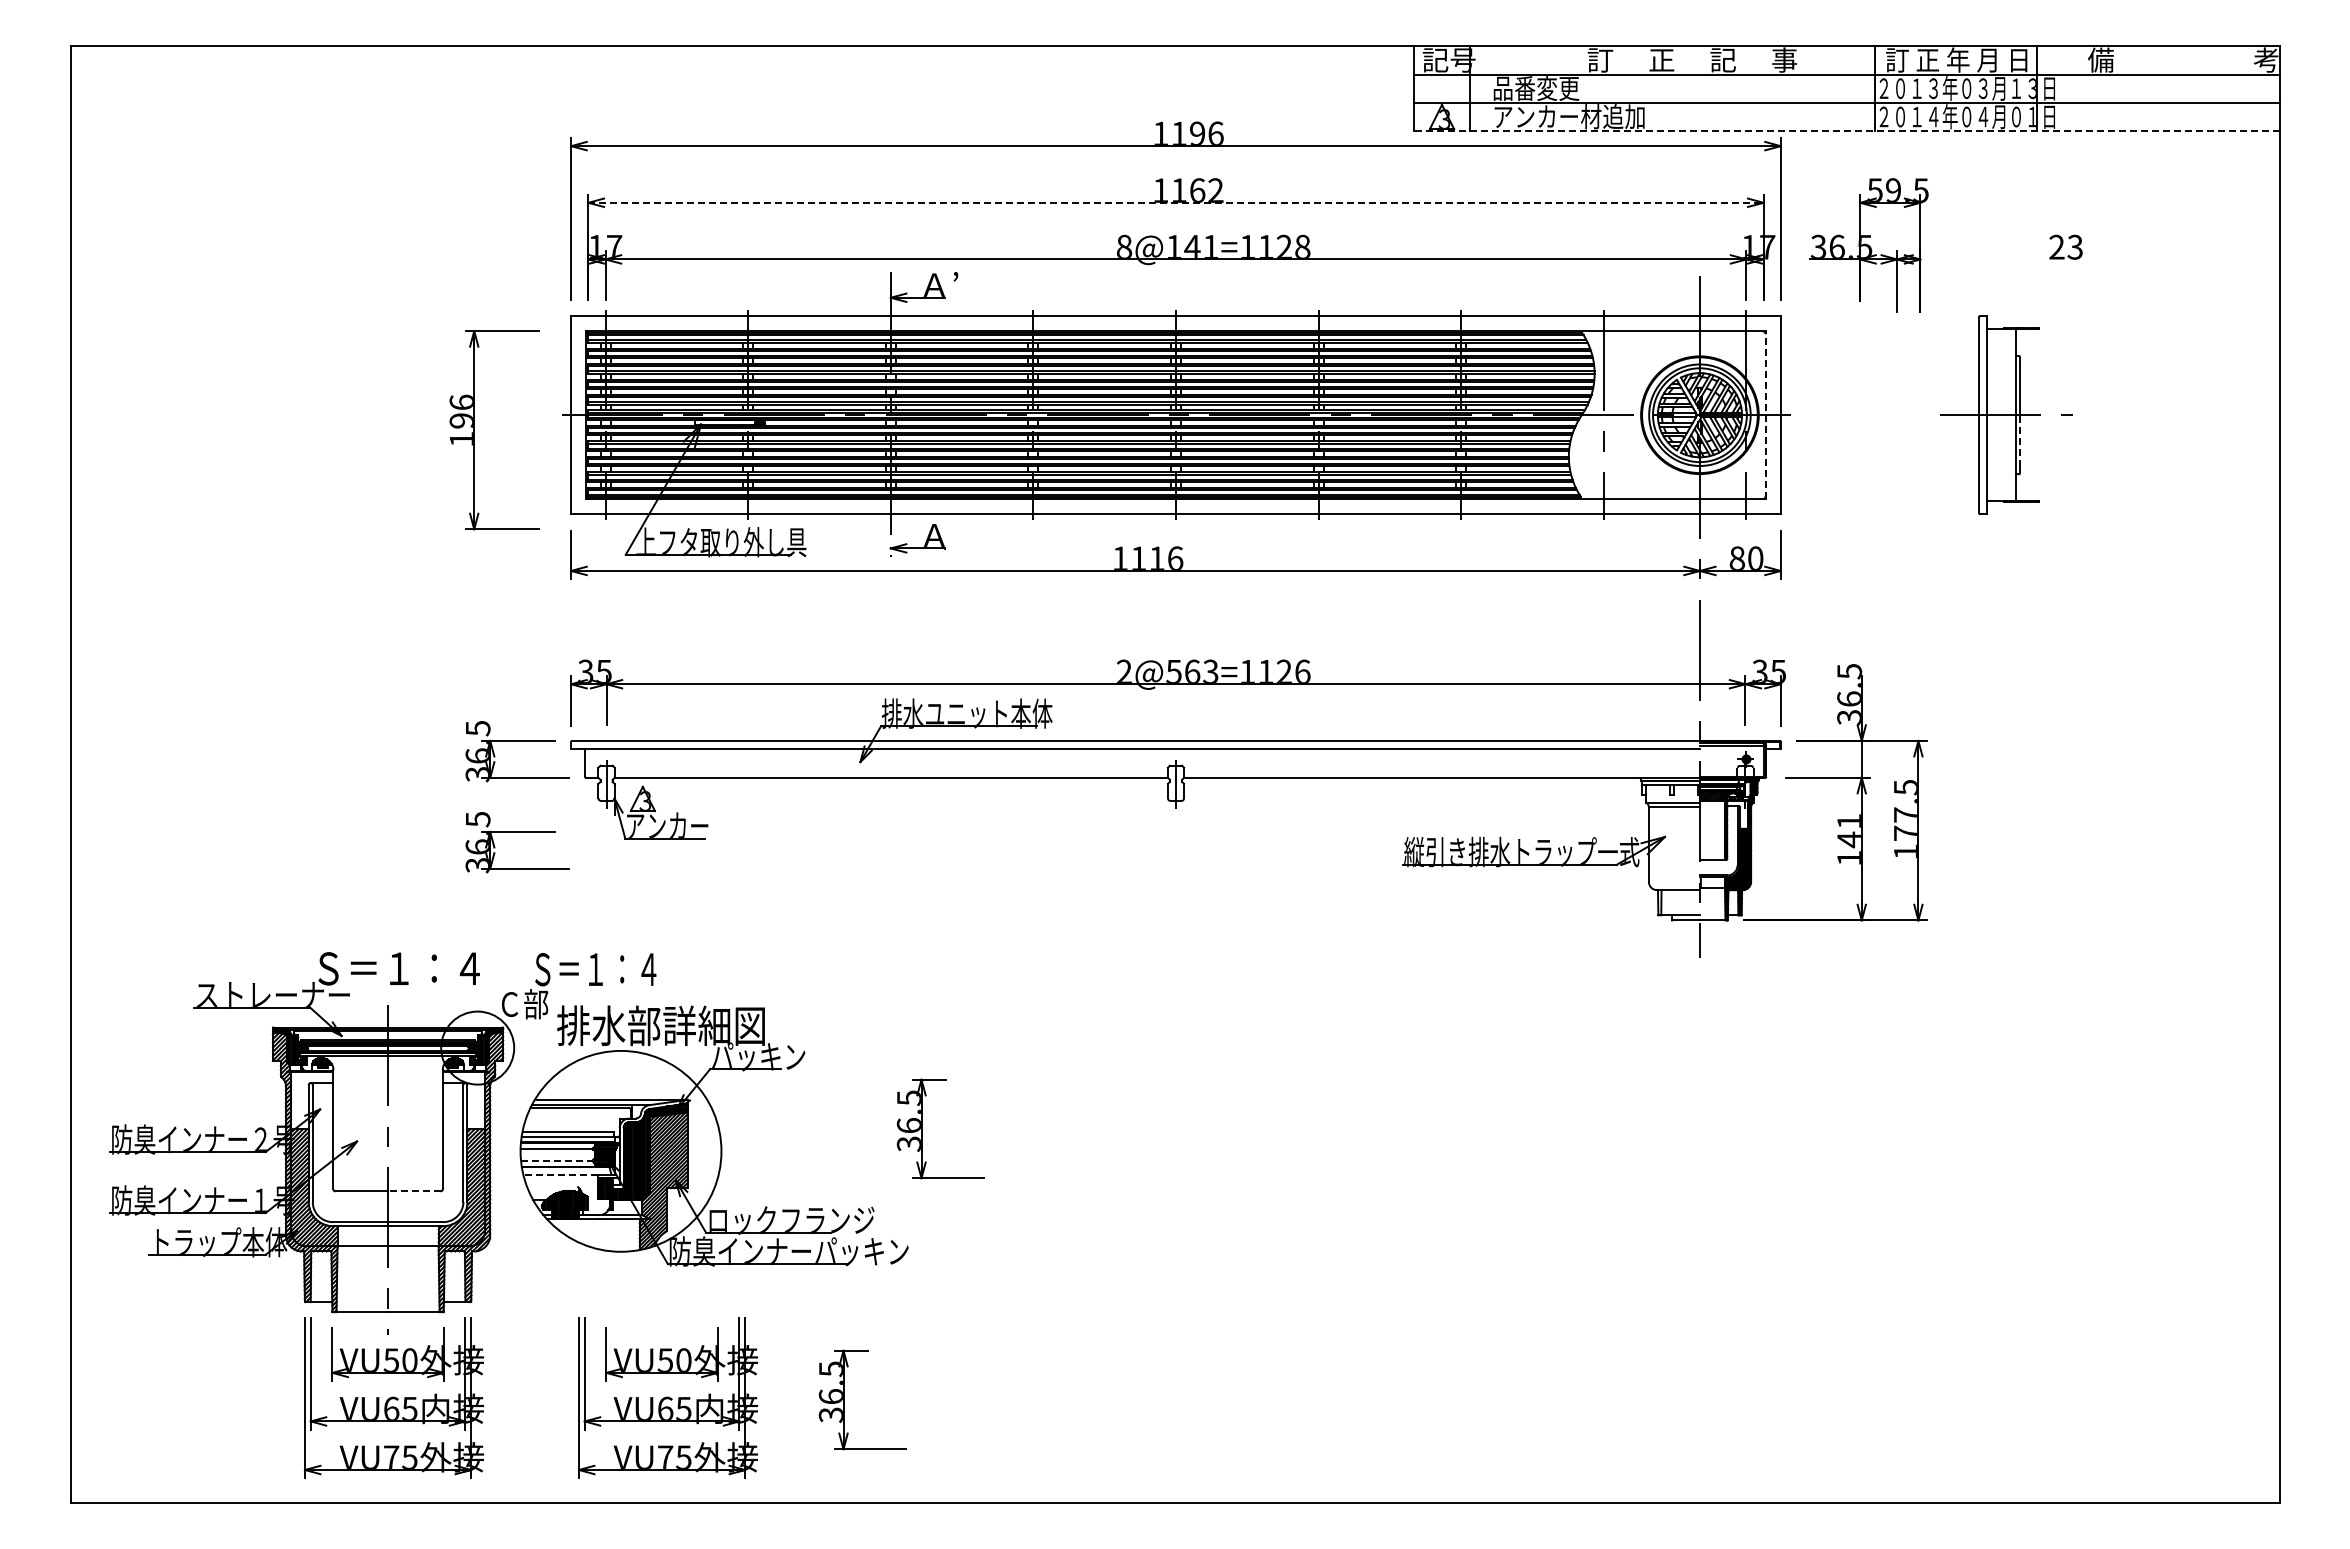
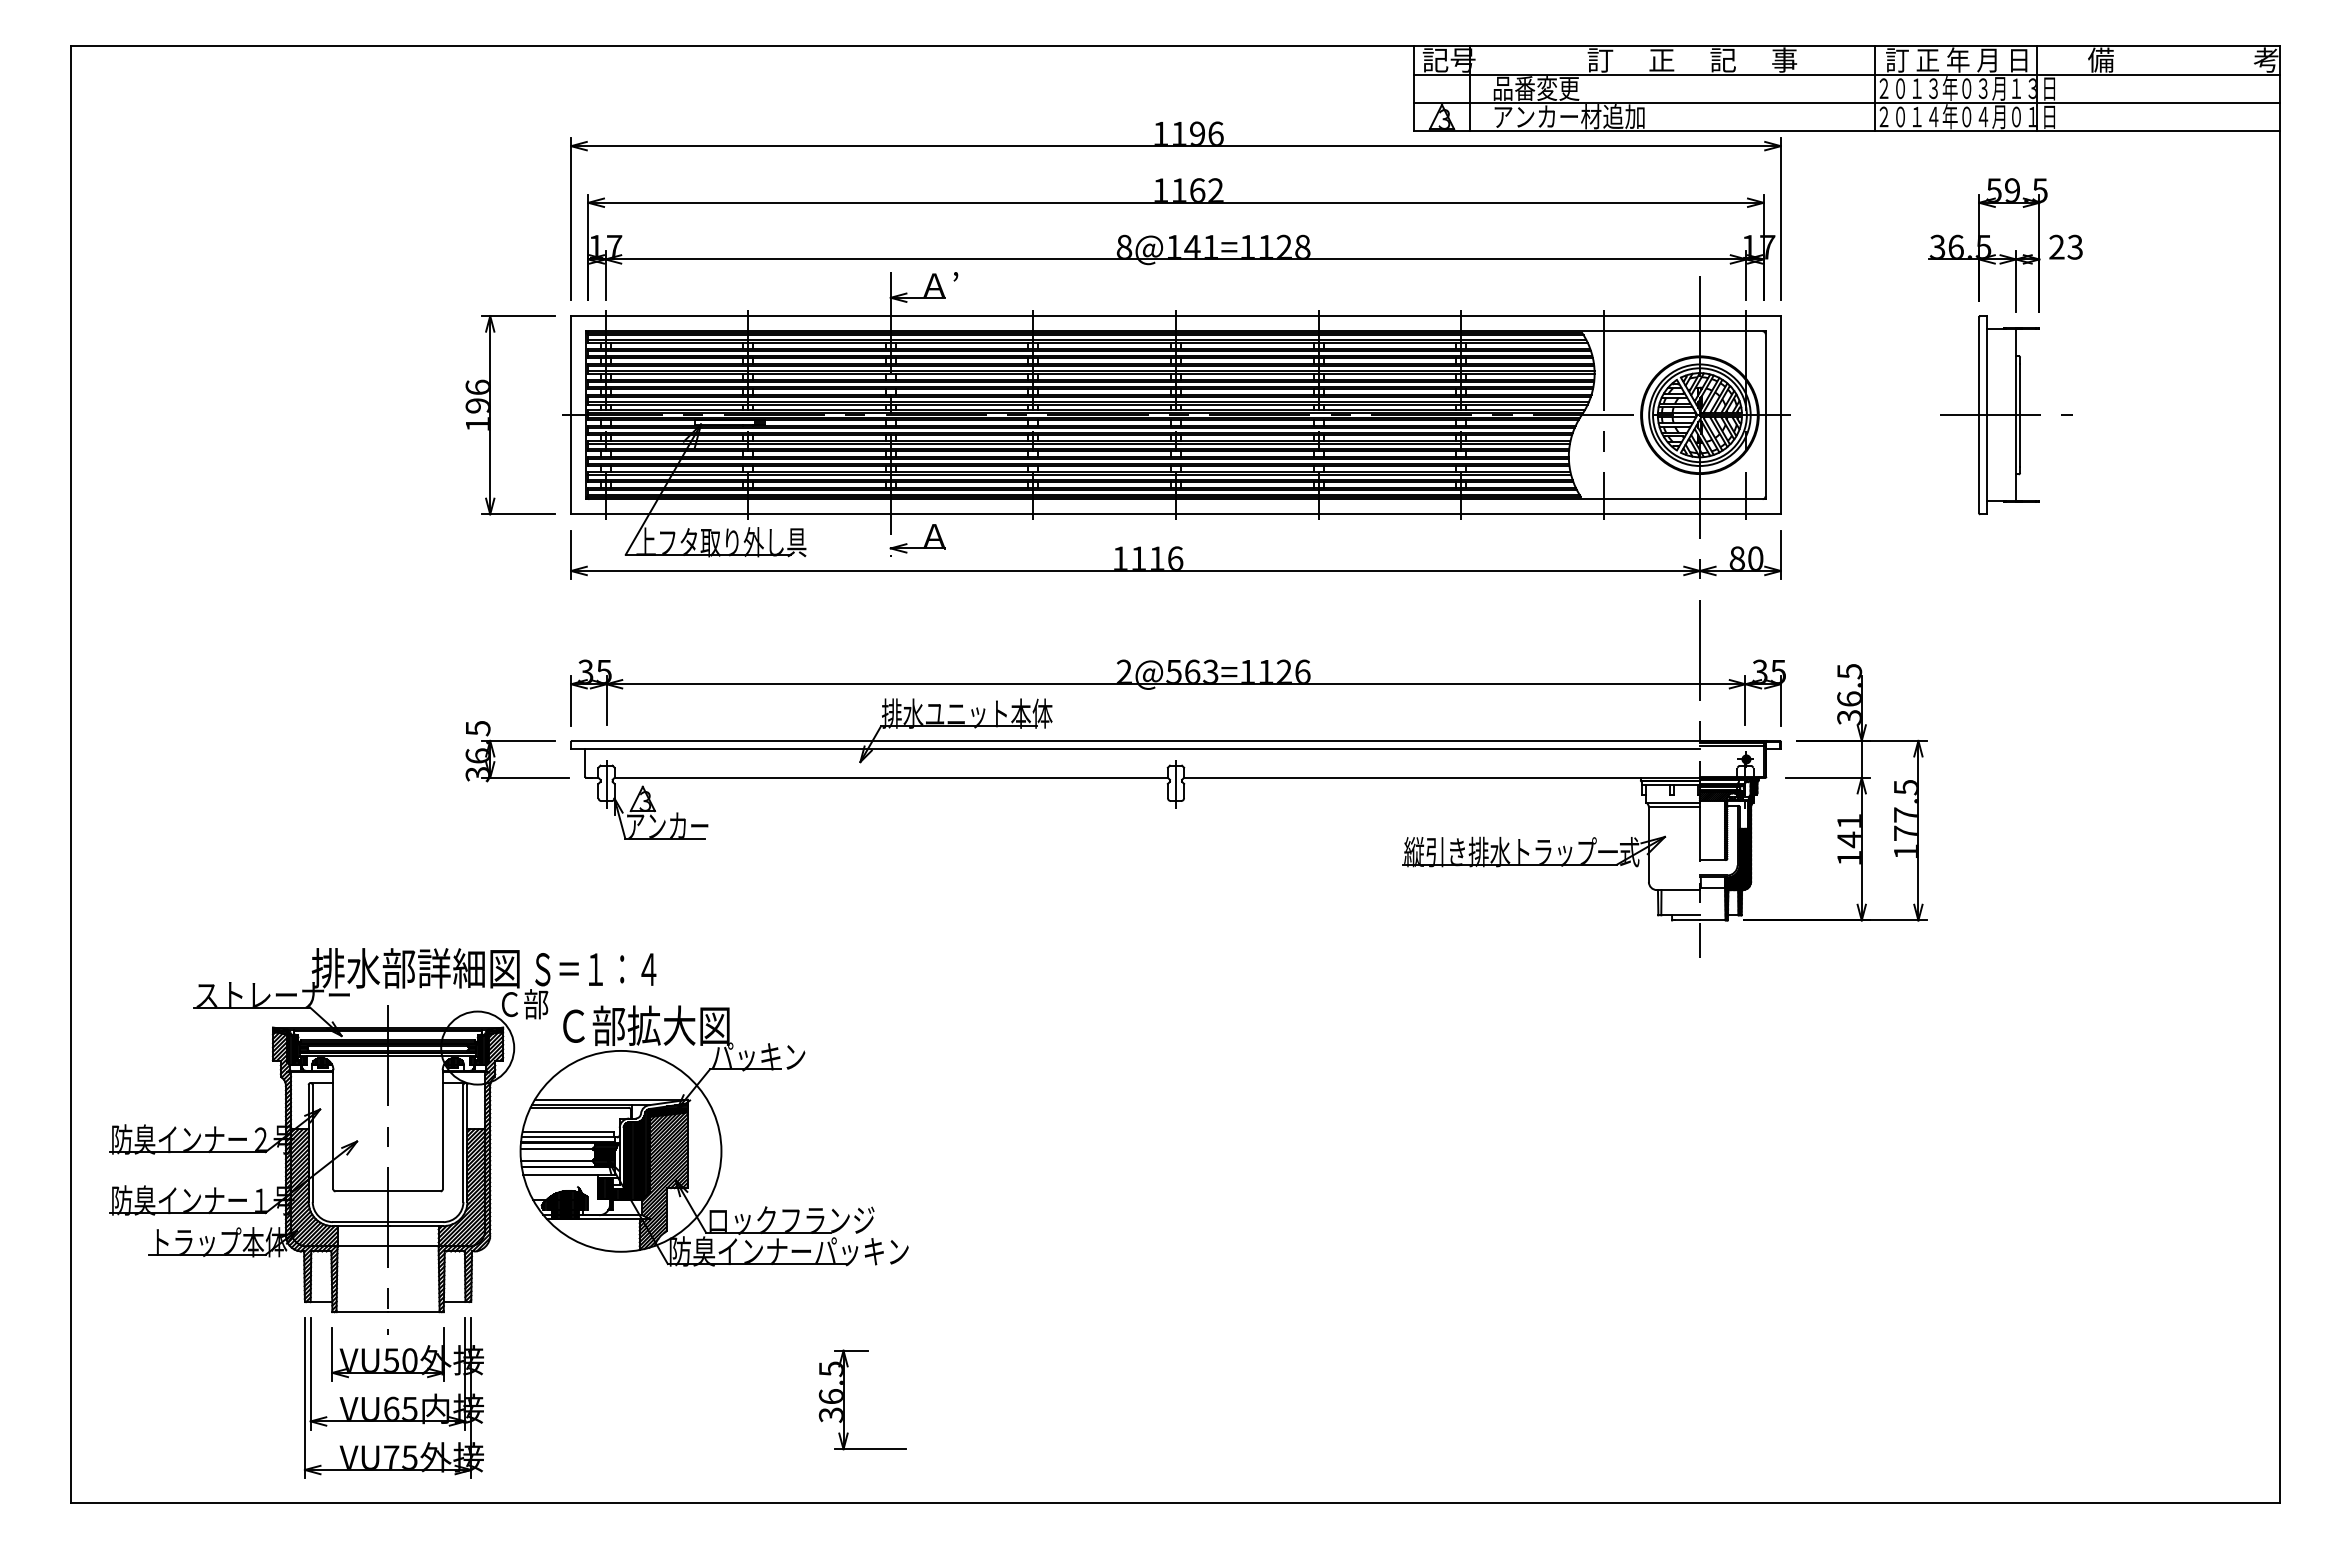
line at (1846, 131): dashed -> solid
line at (1176, 202): dashed -> solid
part at (1868, 245) position: (1868, 245) -> (1987, 245)
line at (1765, 415): dashed -> solid
part at (474, 430) position: (474, 430) -> (490, 415)
line at (2020, 441): dashed -> solid
part at (517, 832): present -> none
text at (415, 968): Ｓ＝１：４ -> 排水部詳細図
text at (660, 1025): 排水部詳細図 -> Ｃ部拡大図
part at (922, 1128): present -> none
line at (556, 1161): dashed -> solid
line at (560, 1175): dashed -> solid
line at (413, 1191): dashed -> solid
part at (667, 1397): present -> none
